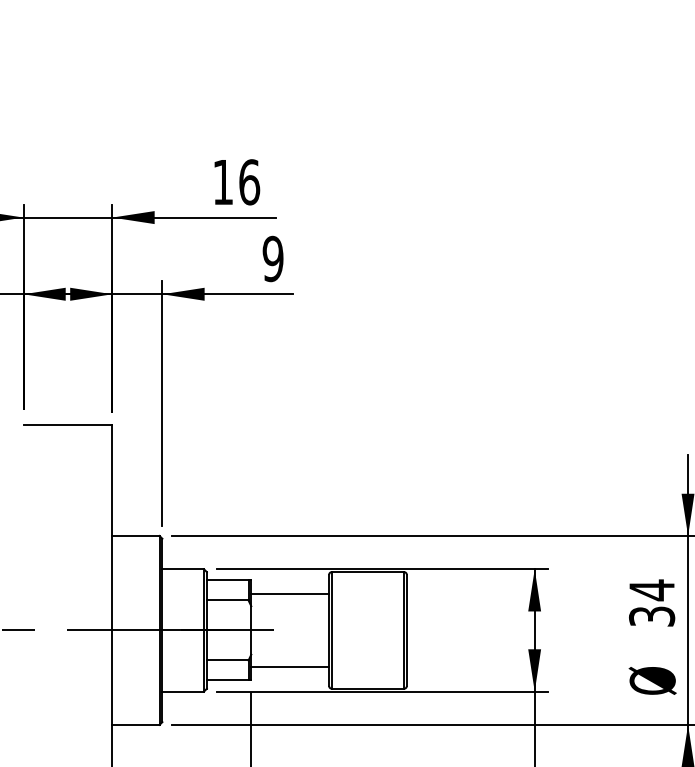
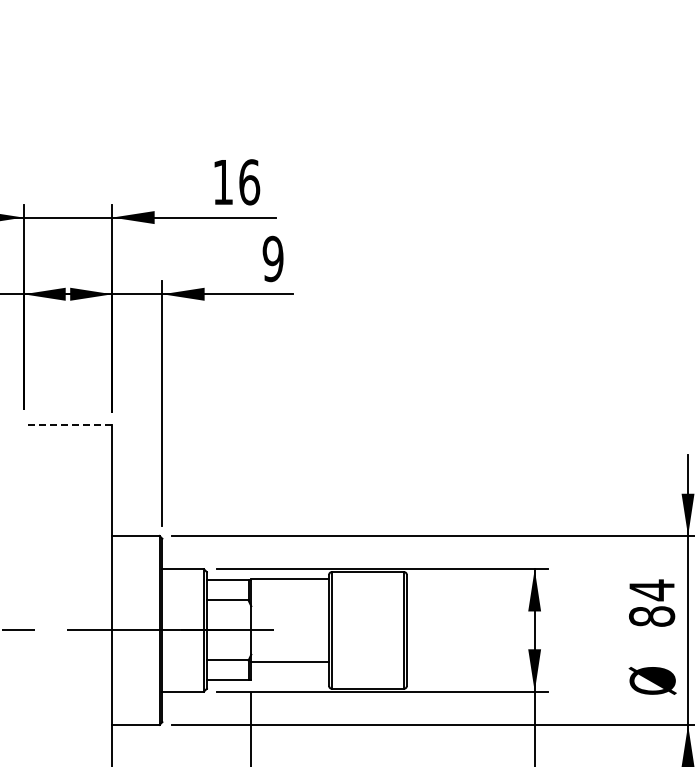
line at (67, 424): solid -> dashed
line at (290, 594) position: (290, 594) -> (290, 579)
text at (652, 616): 34 -> 84
line at (290, 666) position: (290, 666) -> (290, 661)
